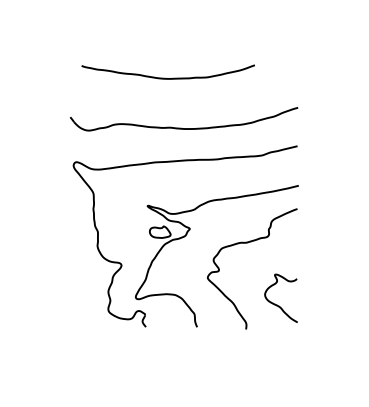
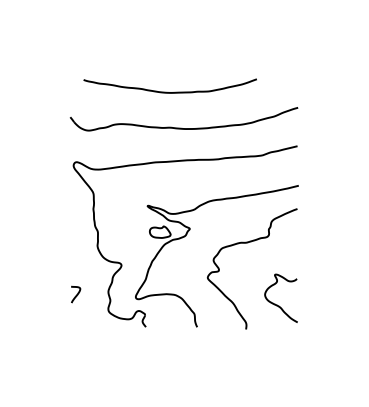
curve at (165, 77) position: (165, 77) -> (167, 91)
curve at (76, 294): none -> present
